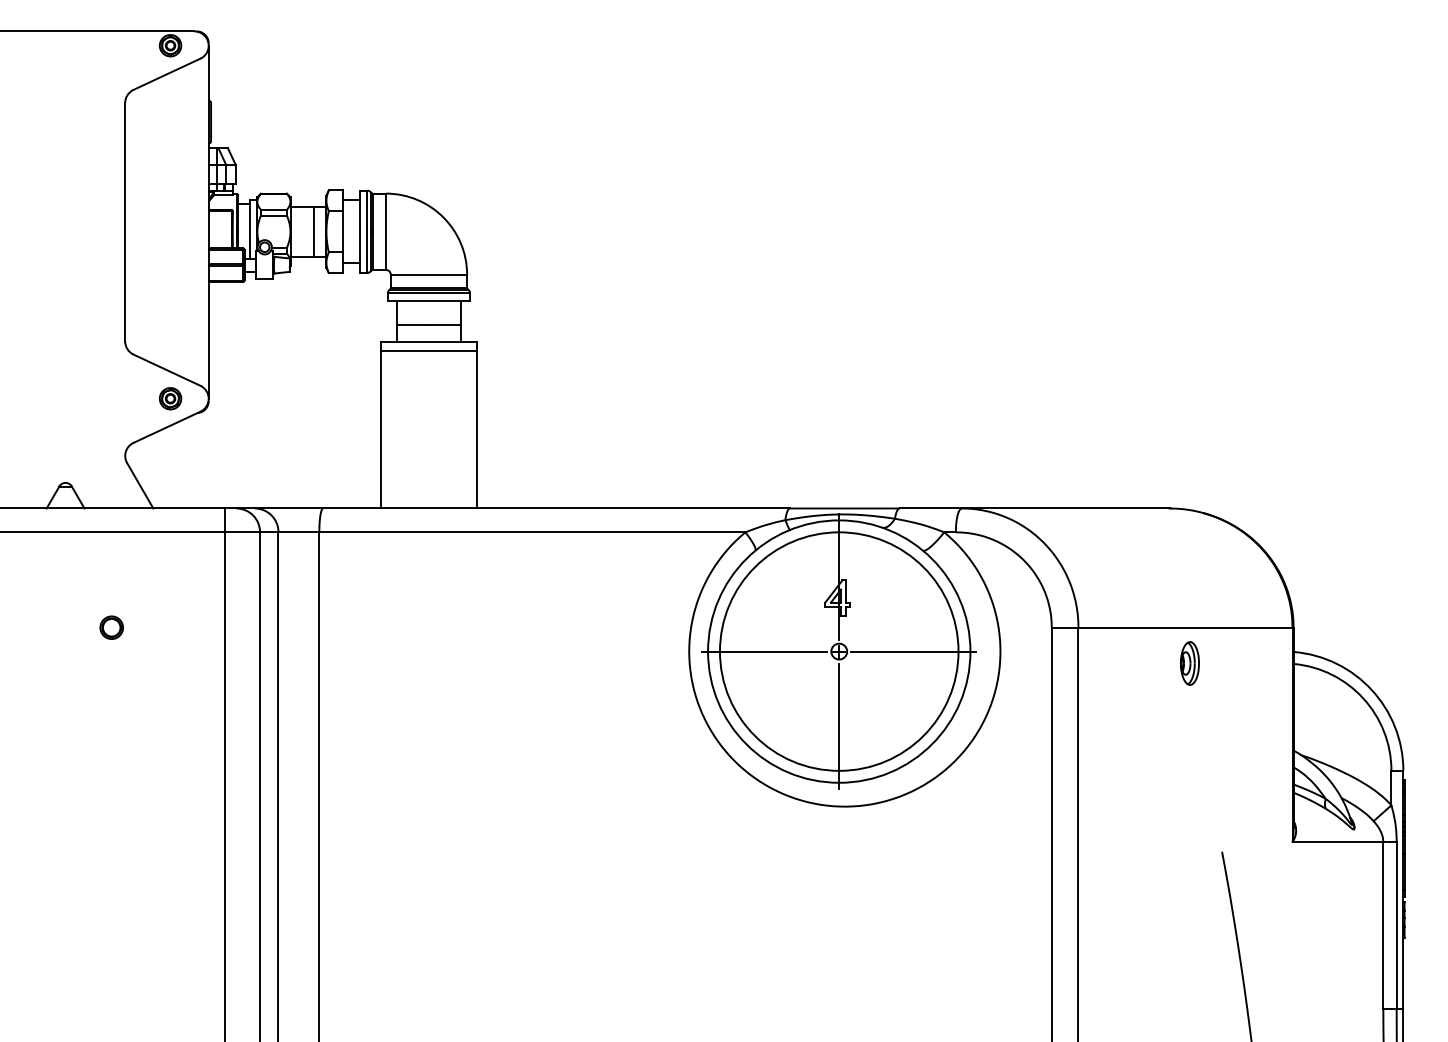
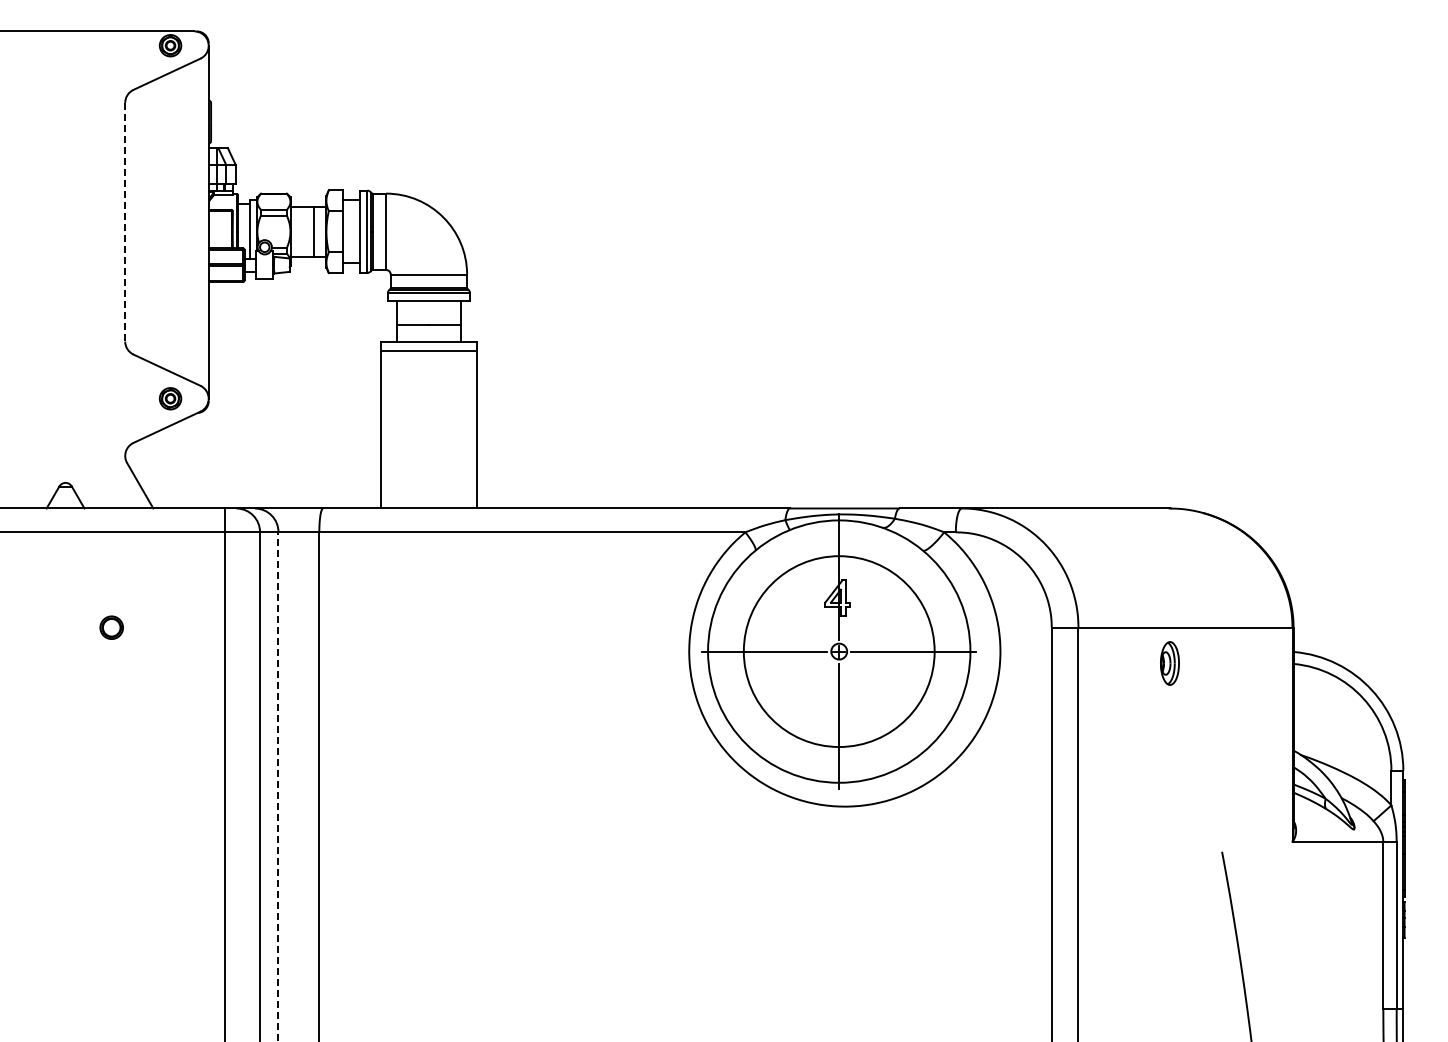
line at (125, 222): solid -> dashed
circle at (838, 651) diameter: 239 px -> 191 px
part at (1189, 663) position: (1189, 663) -> (1169, 663)
line at (278, 786): solid -> dashed
